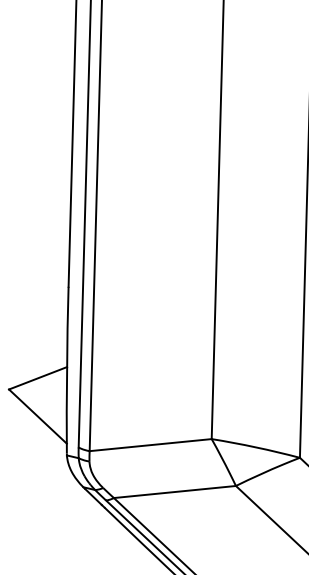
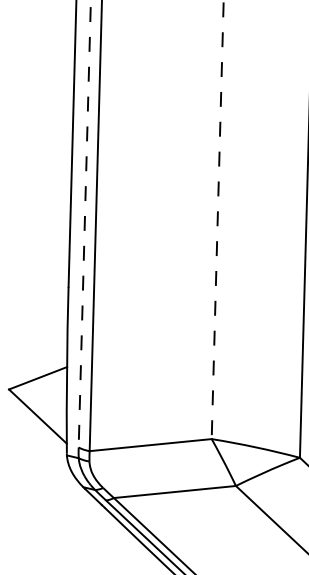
line at (217, 220): solid -> dashed
line at (84, 223): solid -> dashed
